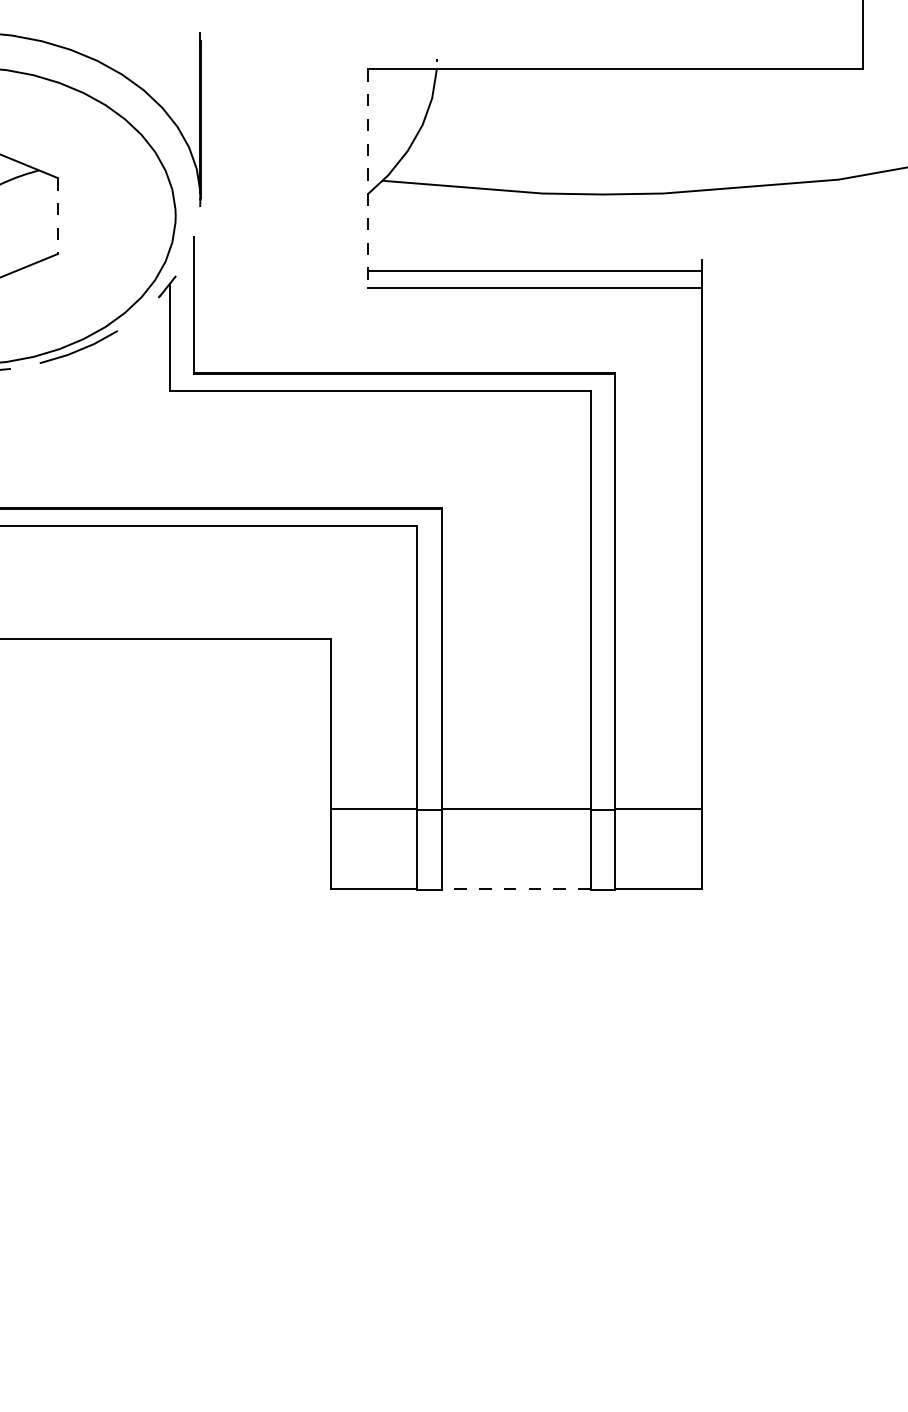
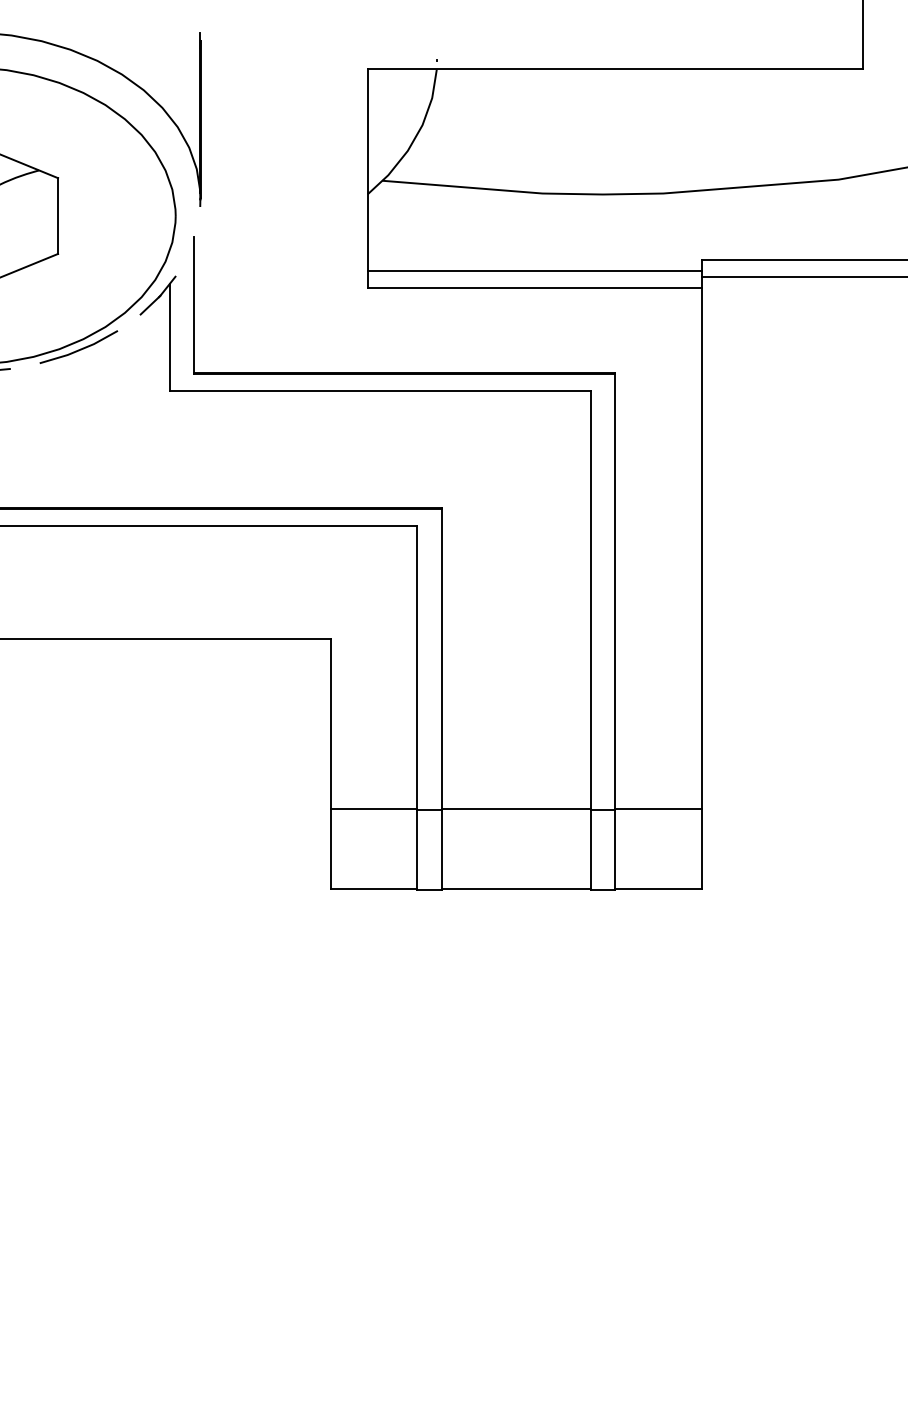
line at (367, 179): dashed -> solid
line at (58, 216): dashed -> solid
line at (803, 259): none -> present
line at (803, 277): none -> present
line at (149, 305): none -> present
line at (515, 889): dashed -> solid
